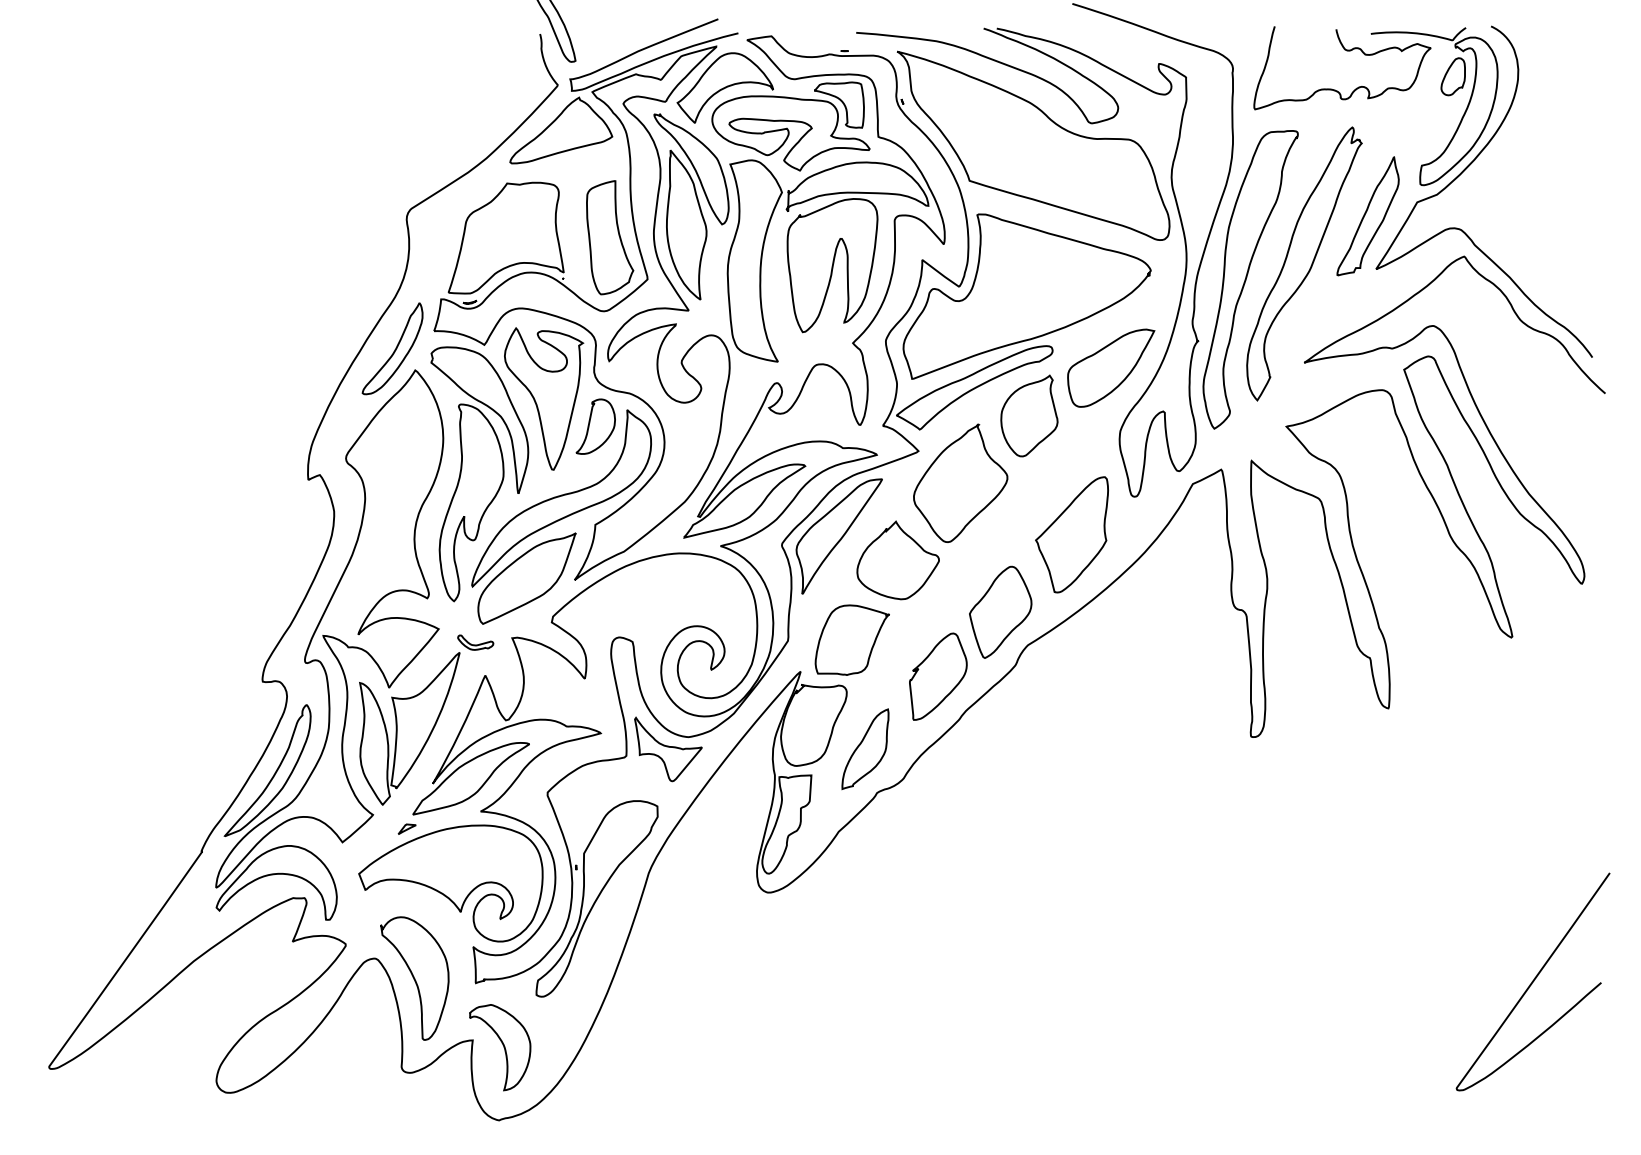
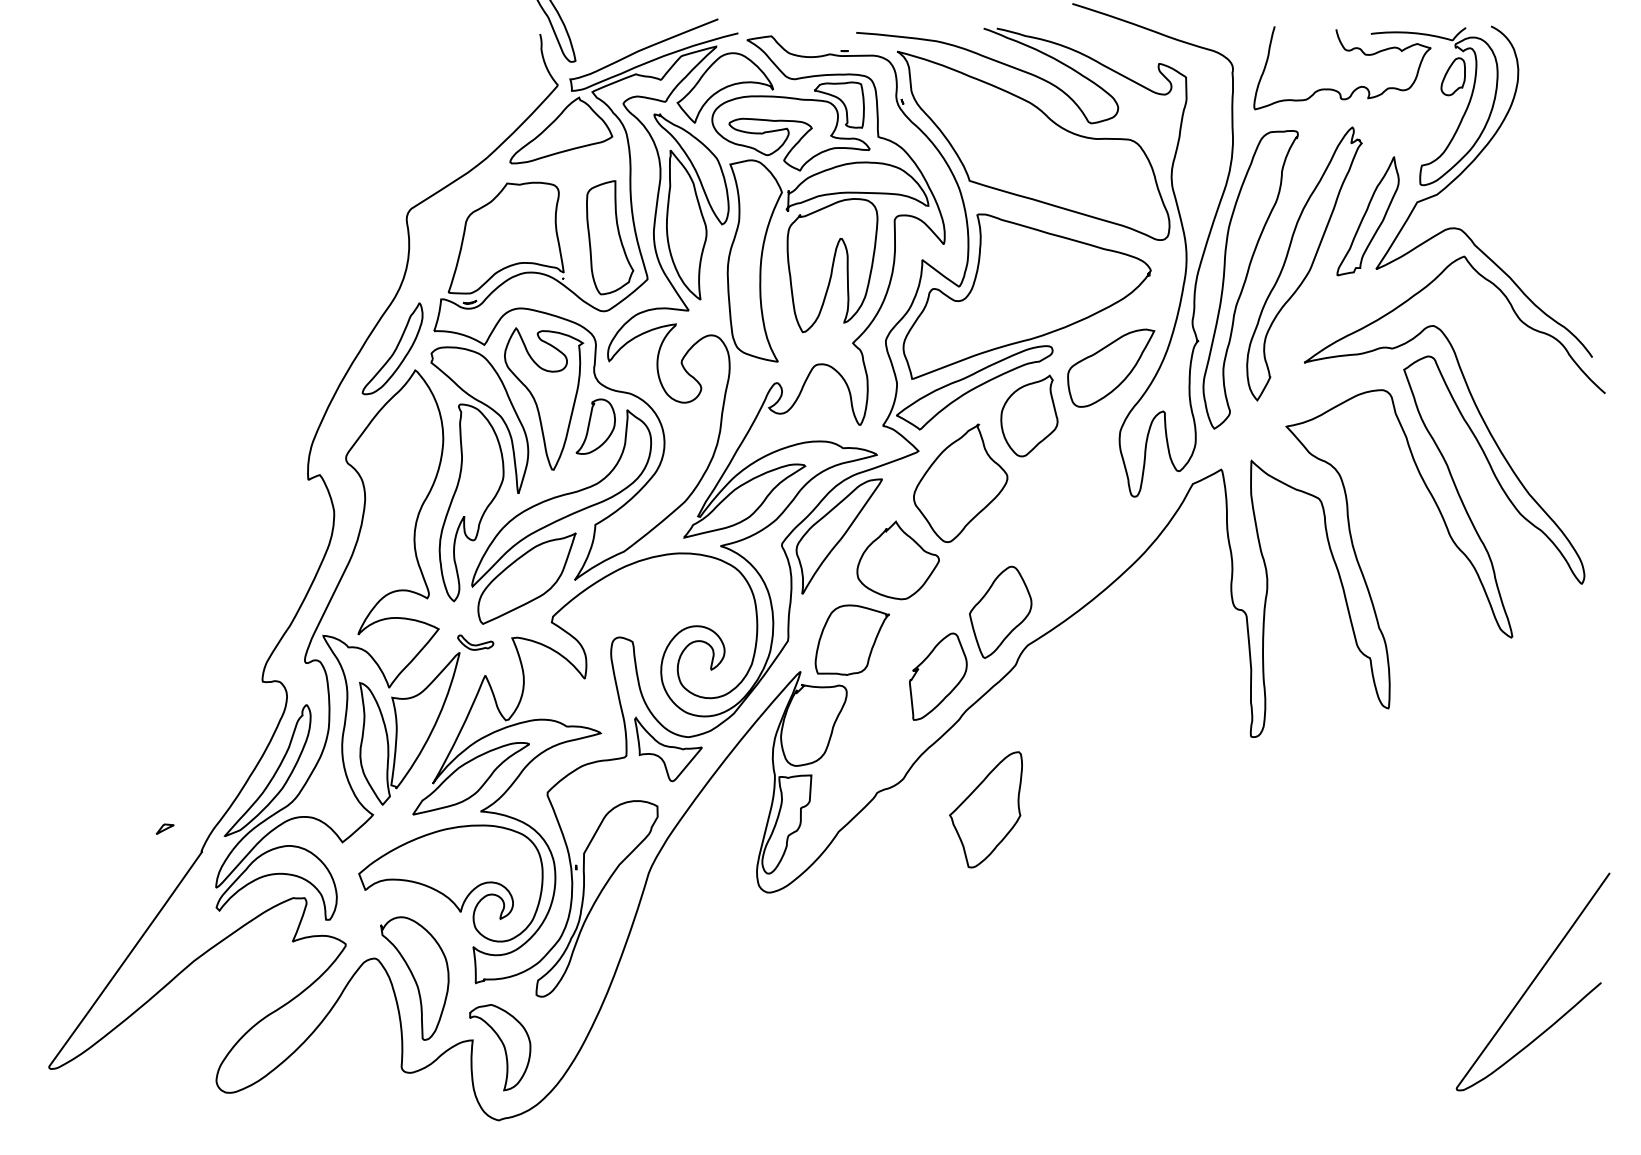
part at (1071, 534) position: (1071, 534) -> (985, 809)
part at (865, 749): present -> none
part at (406, 828) position: (406, 828) -> (164, 828)
